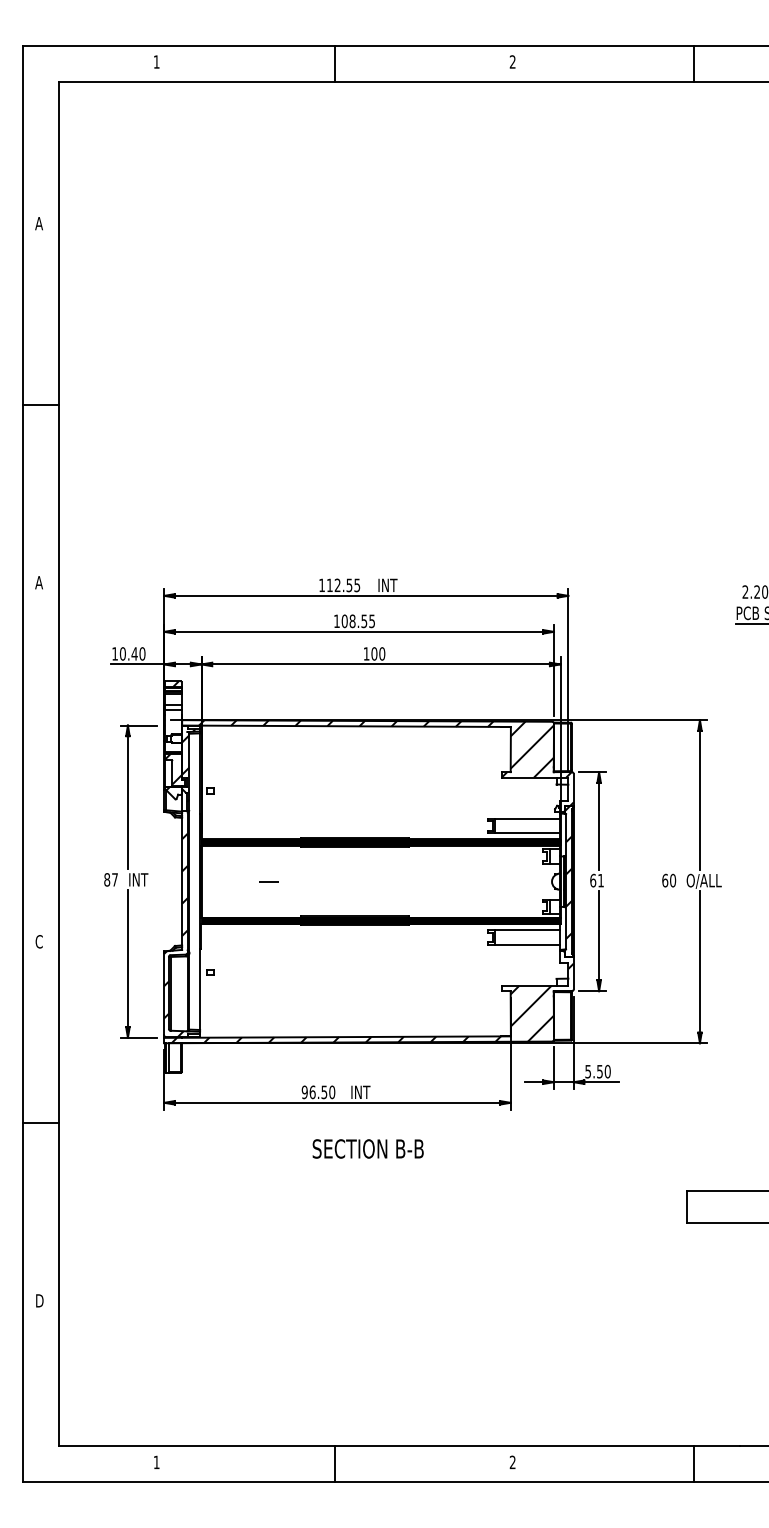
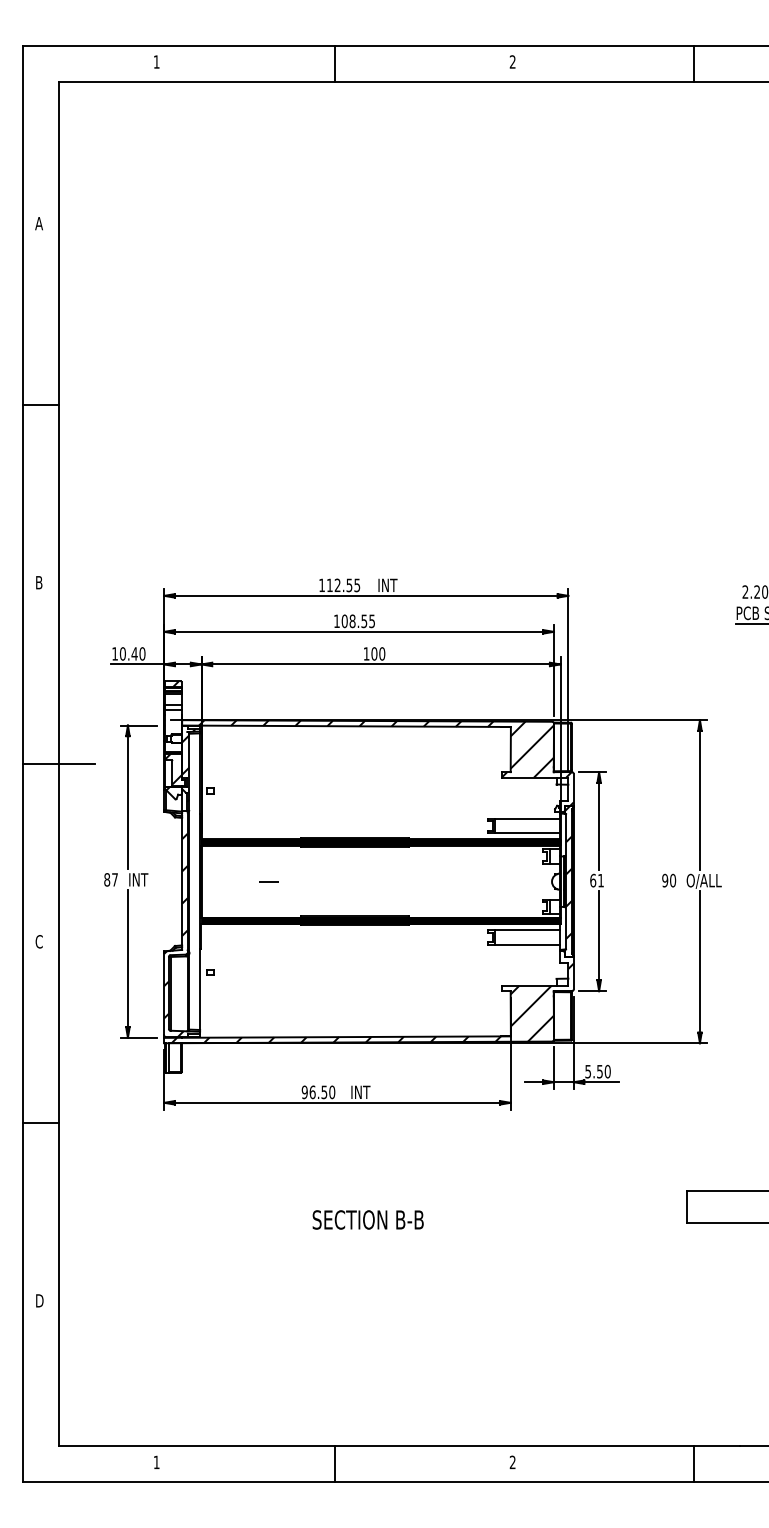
text at (38, 582): A -> B
line at (58, 764): none -> present
text at (665, 880): 60 -> 90
text at (367, 1148) position: (367, 1148) -> (367, 1219)
